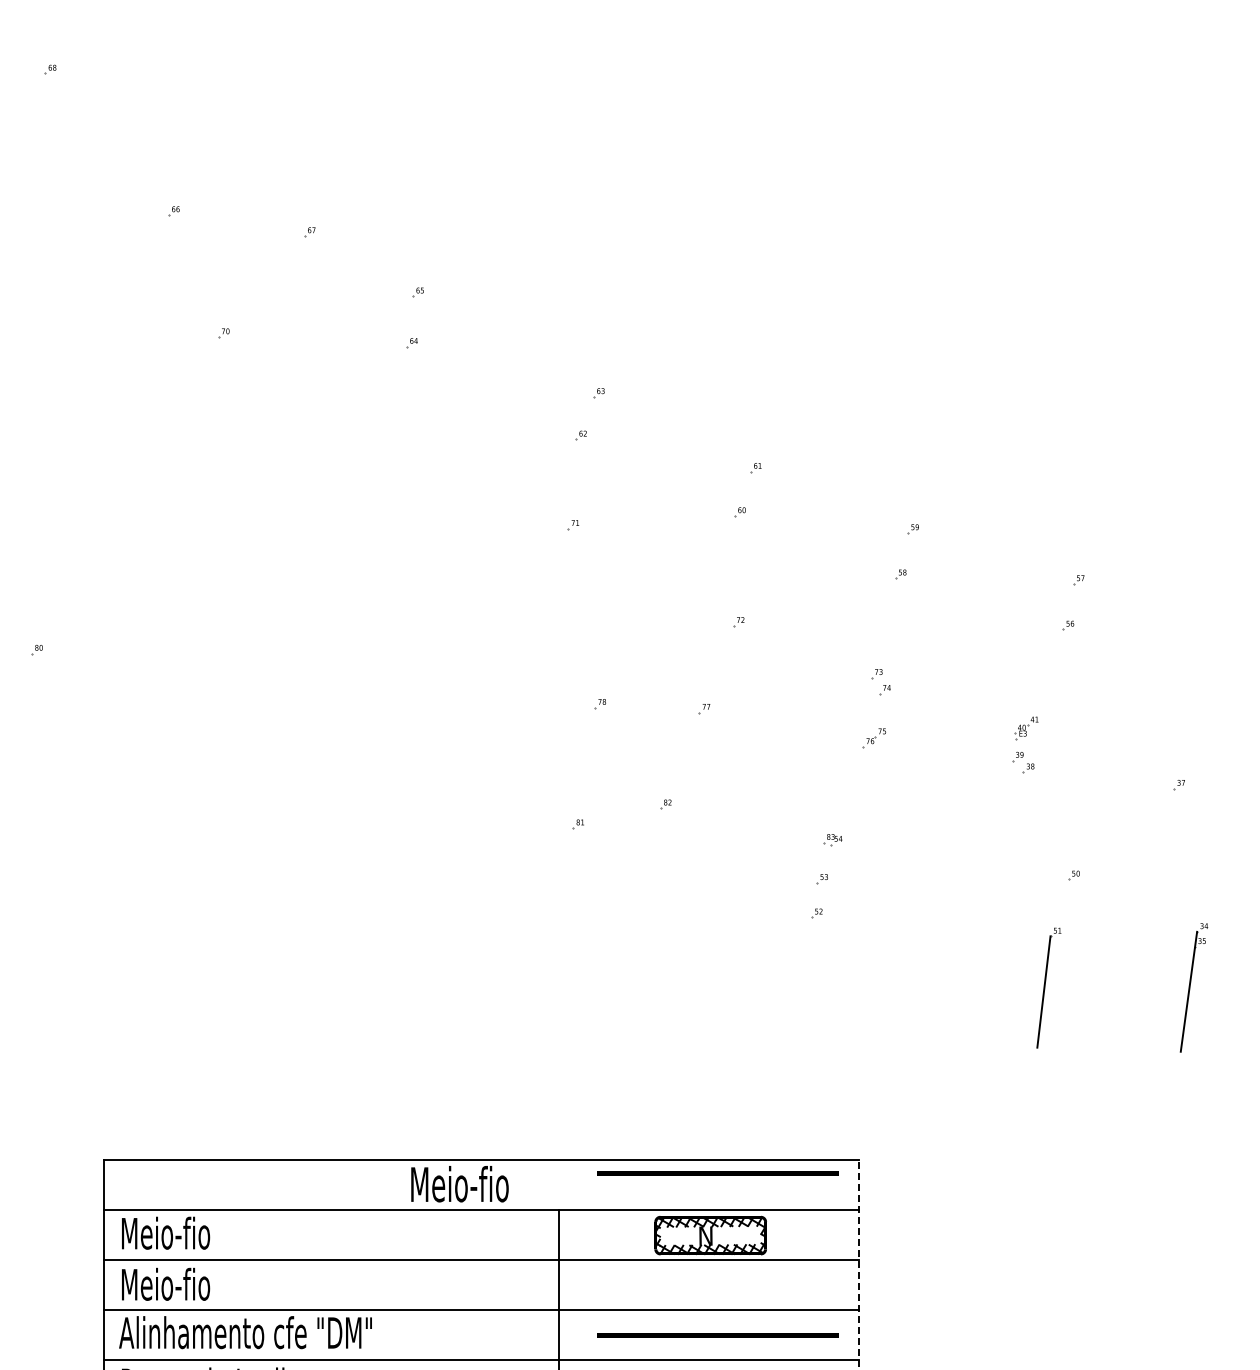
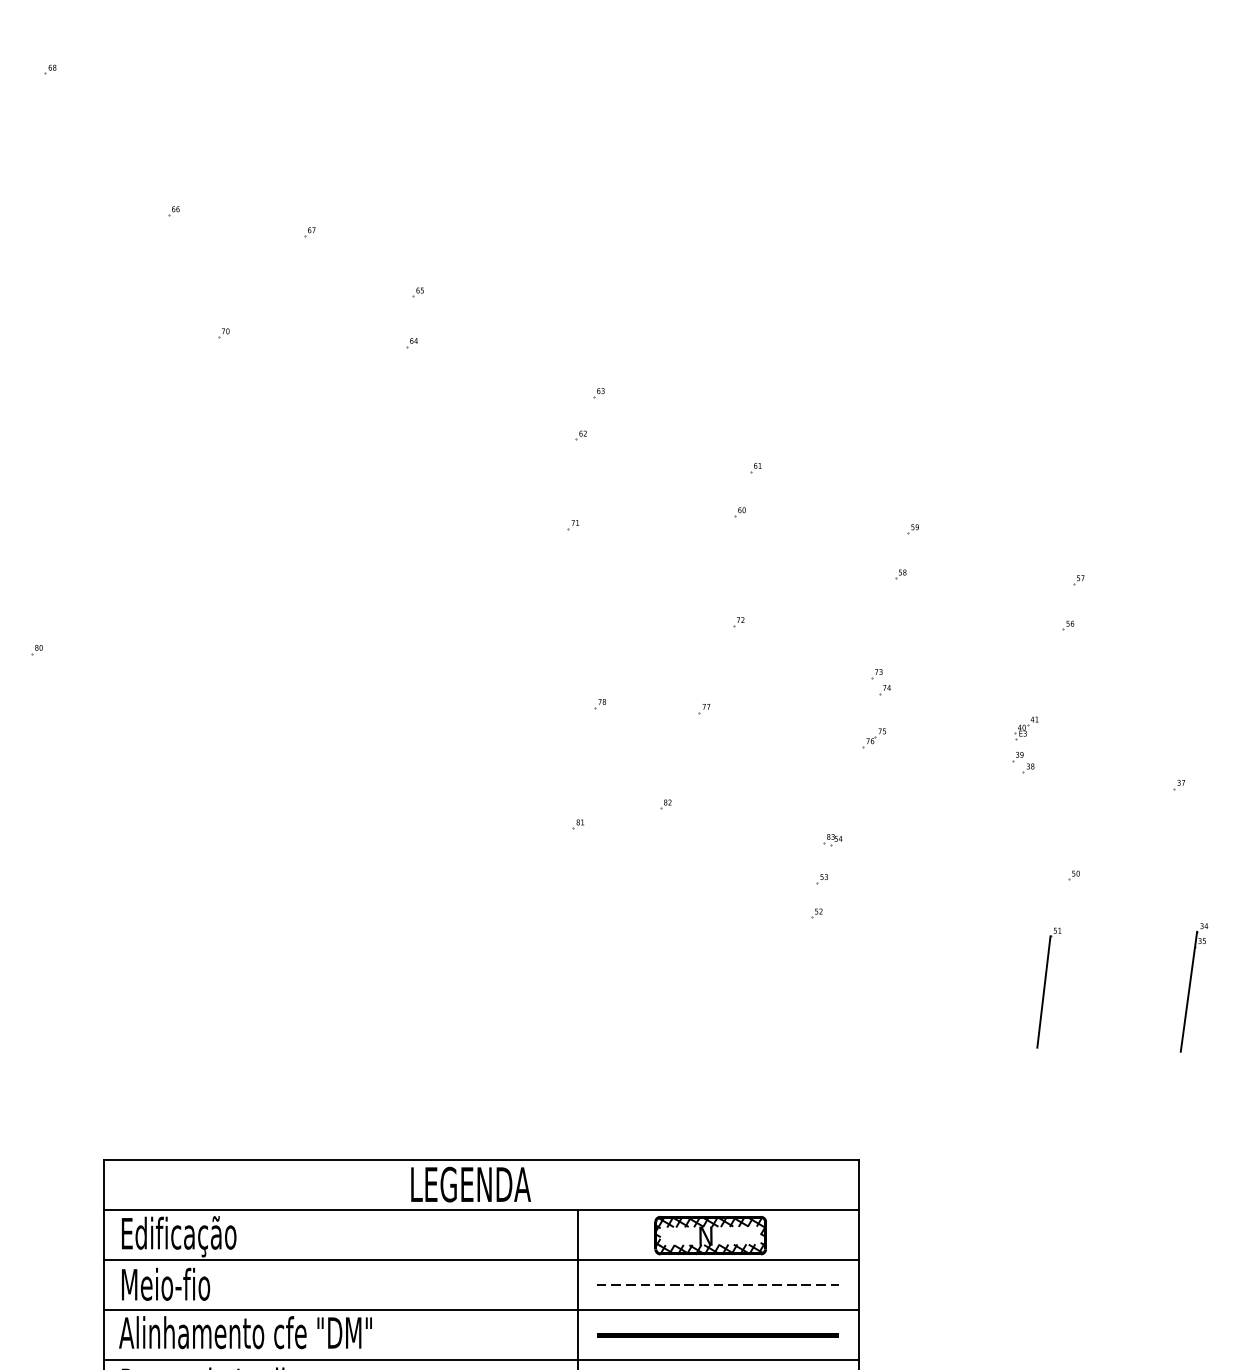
line at (717, 1173): present -> none
text at (471, 1184): Meio-fio -> LEGENDA
text at (180, 1236): Meio-fio -> Edificação
line at (859, 1264): dashed -> solid
line at (717, 1284): none -> present
line at (558, 1288) position: (558, 1288) -> (577, 1288)
